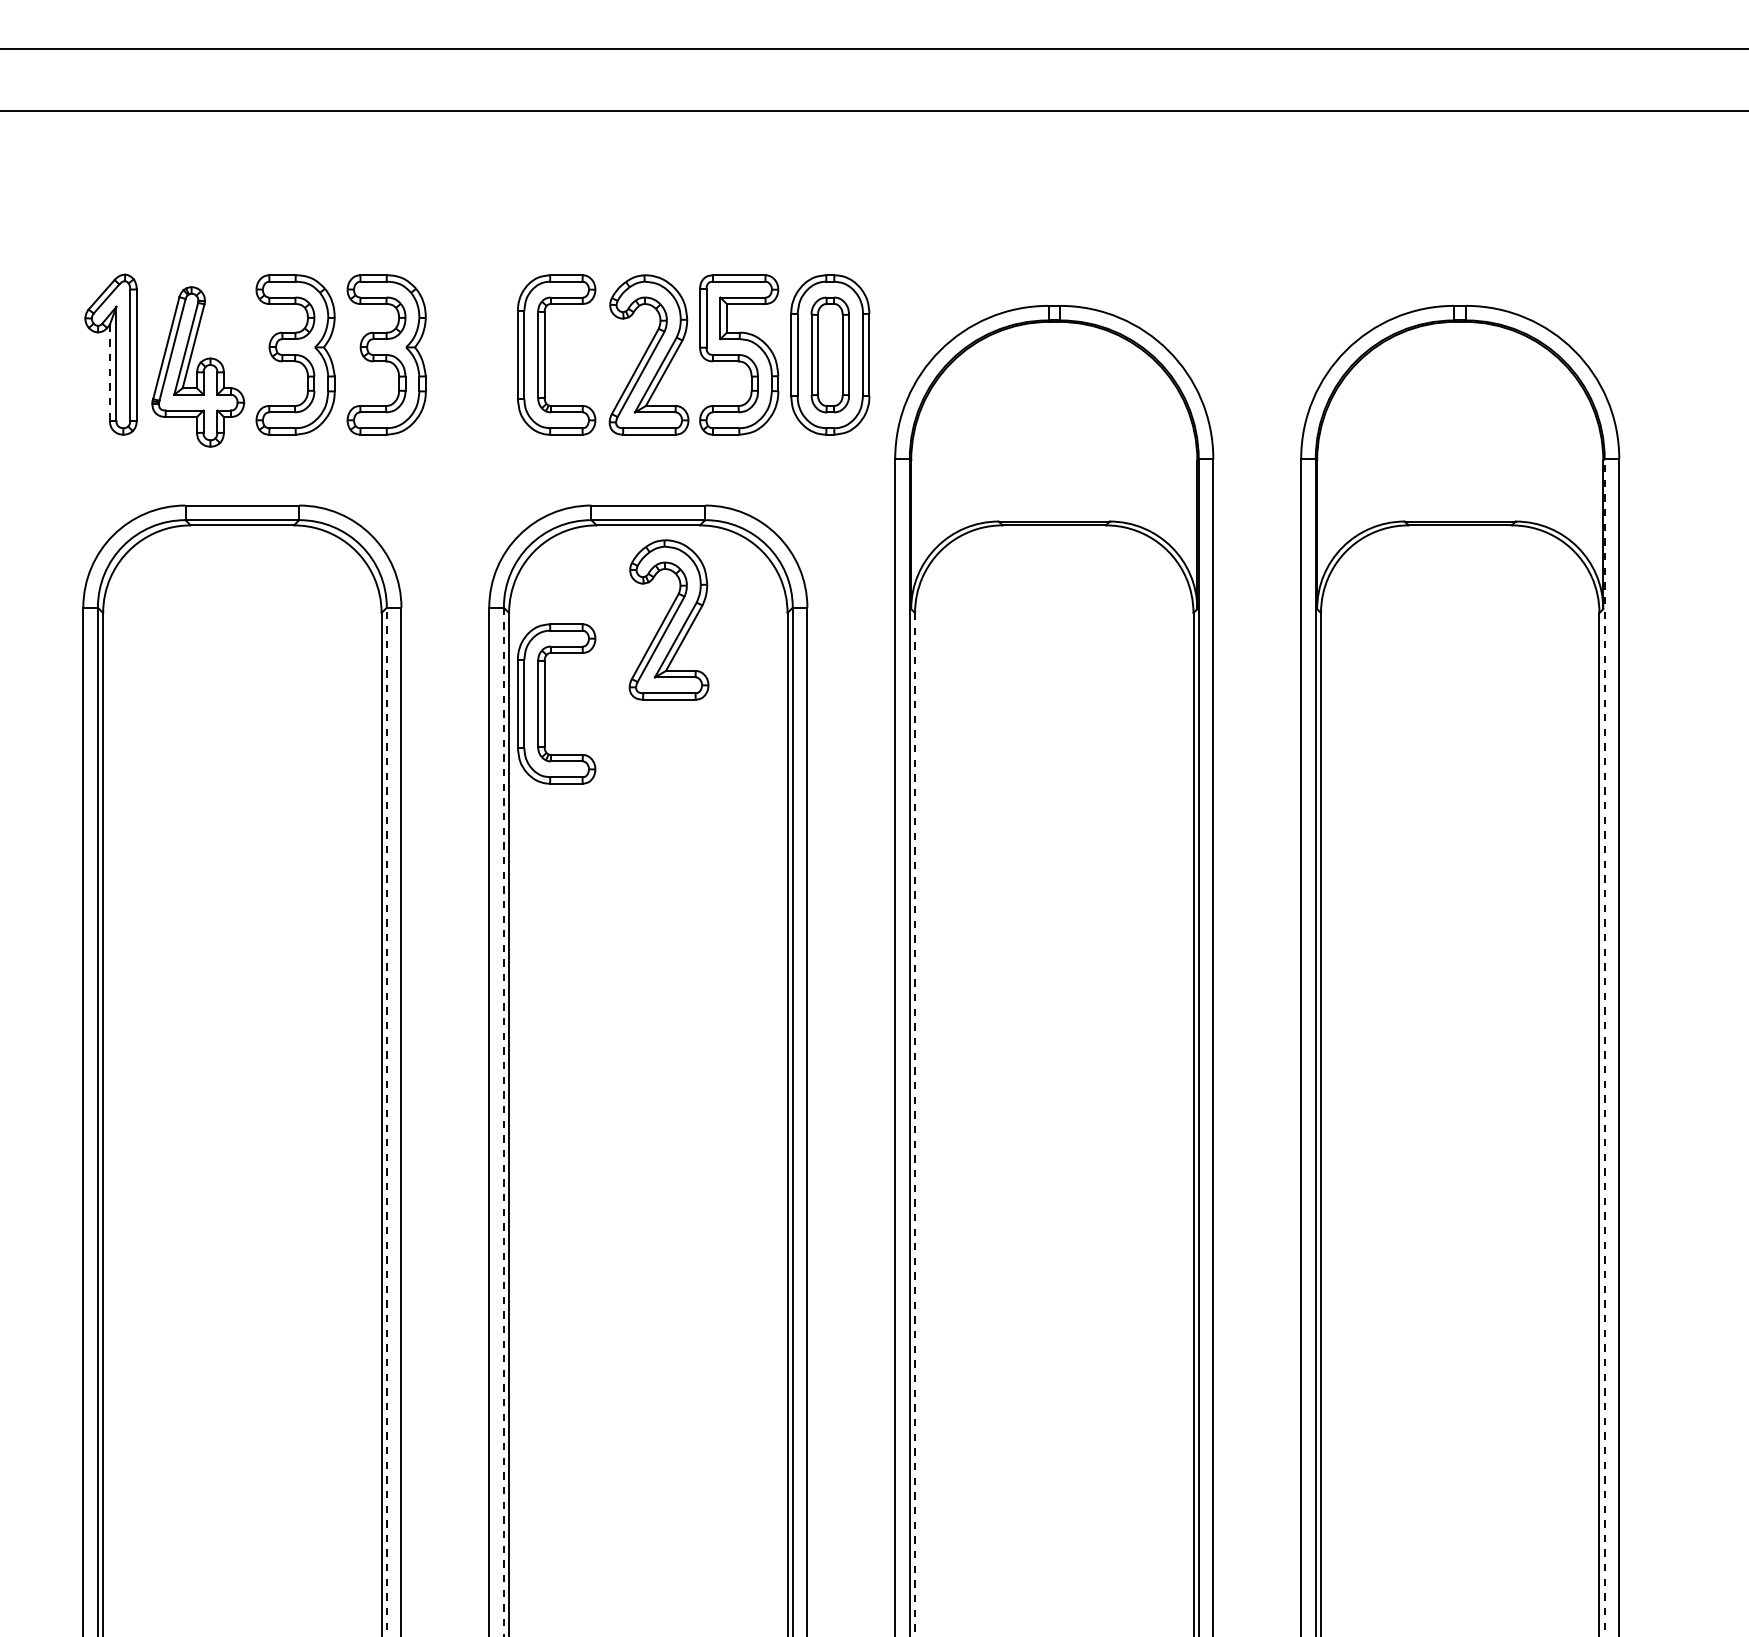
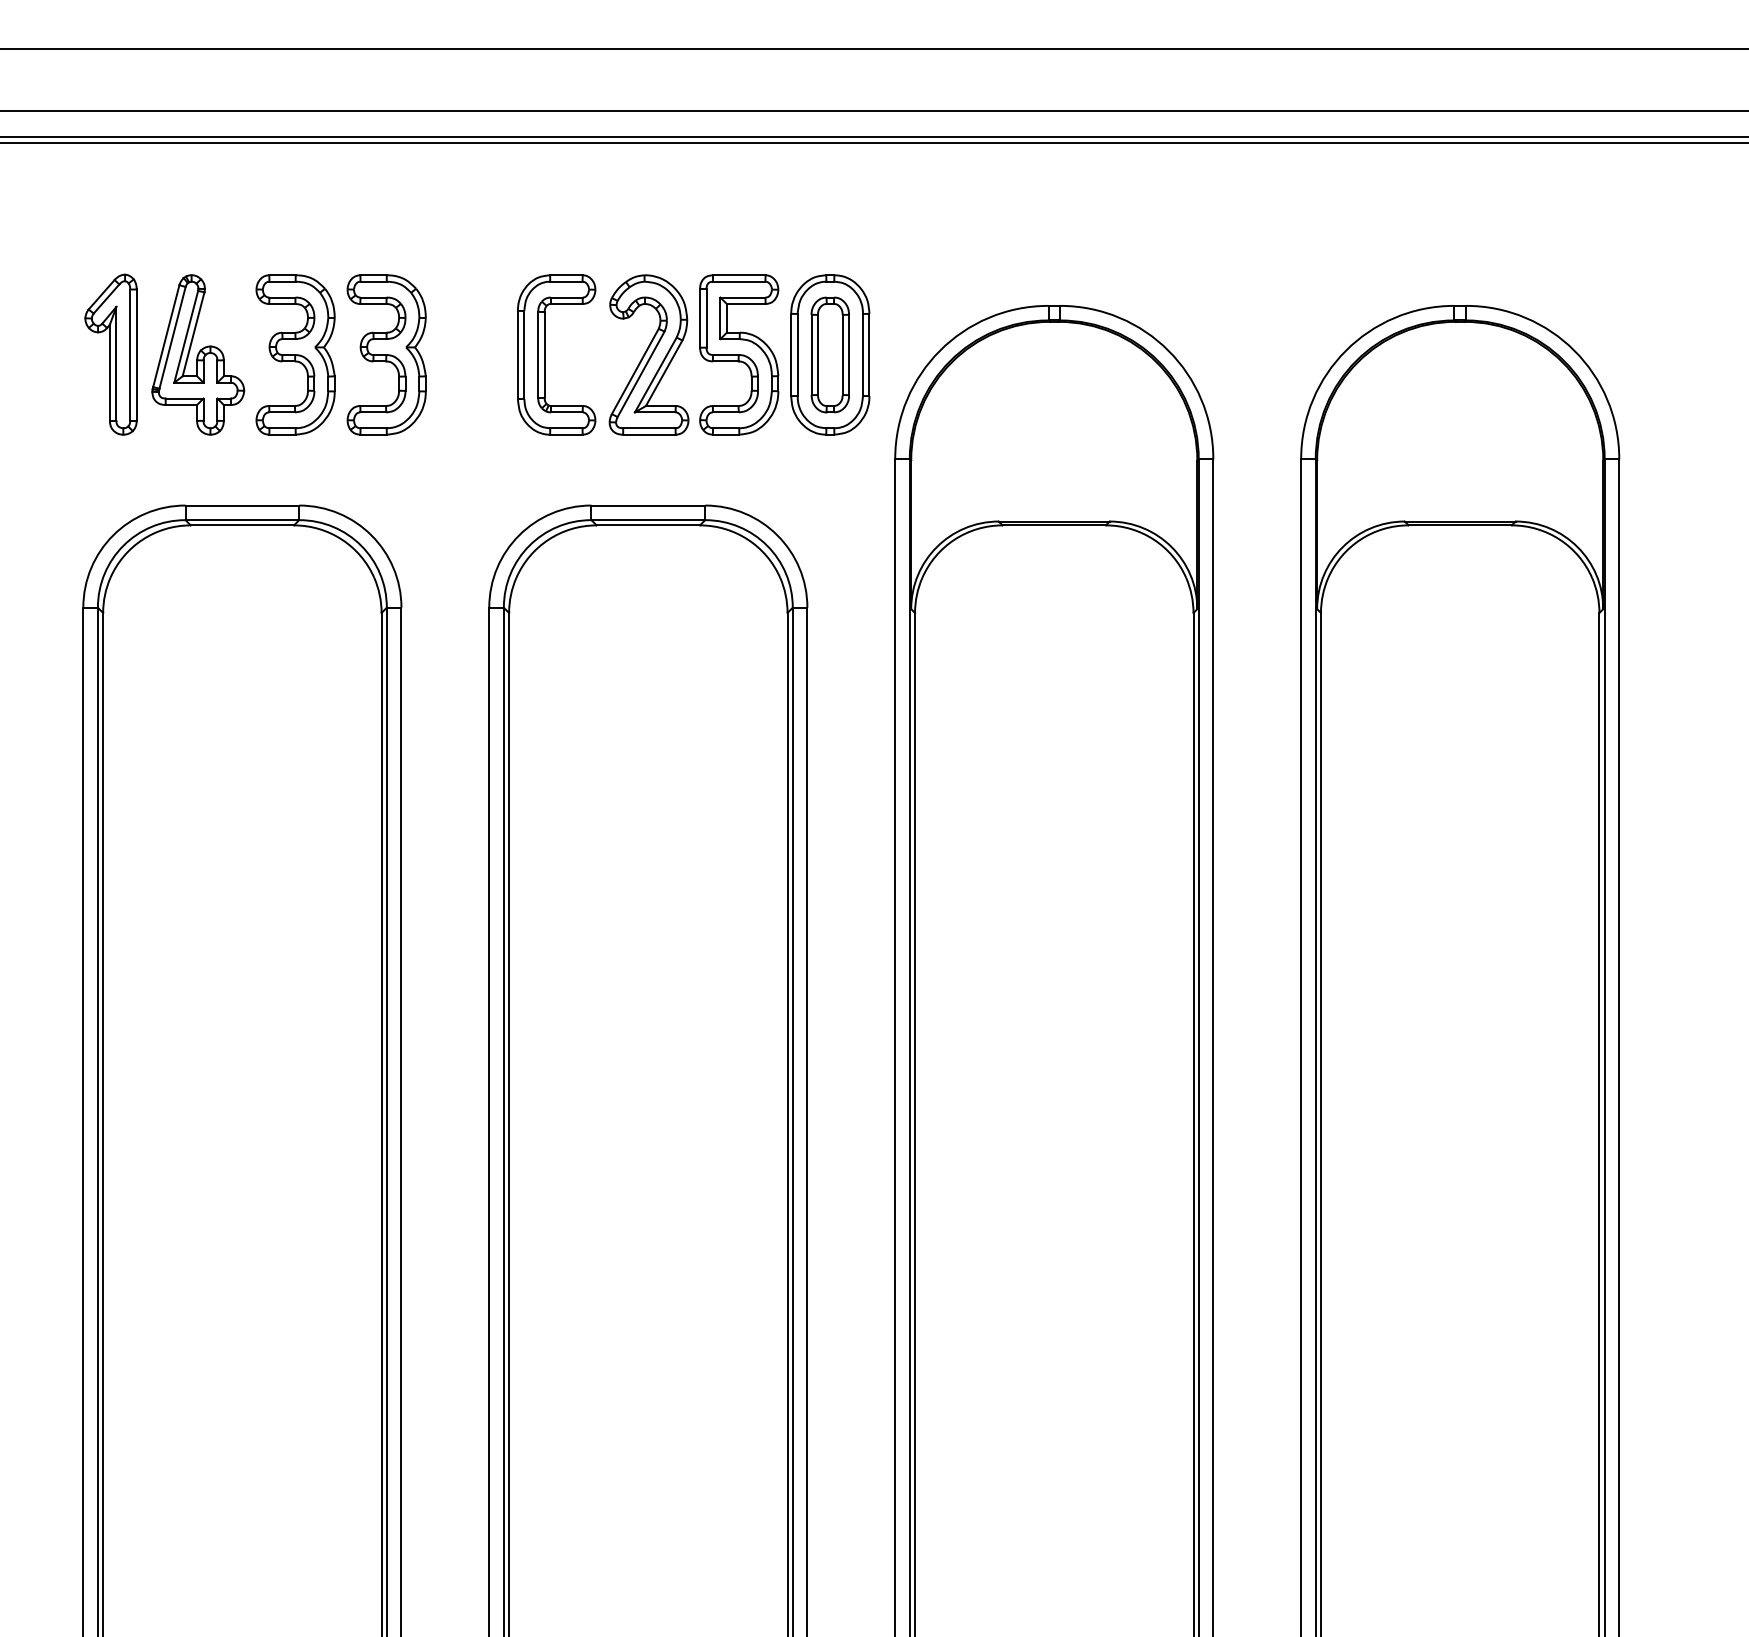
line at (873, 137): none -> present
line at (873, 143): none -> present
part at (198, 366) position: (198, 366) -> (198, 354)
line at (109, 373): dashed -> solid
part at (668, 619): present -> none
part at (545, 703): present -> none
line at (1604, 1047): dashed -> solid
line at (386, 1121): dashed -> solid
line at (503, 1122): dashed -> solid
line at (915, 1124): dashed -> solid
